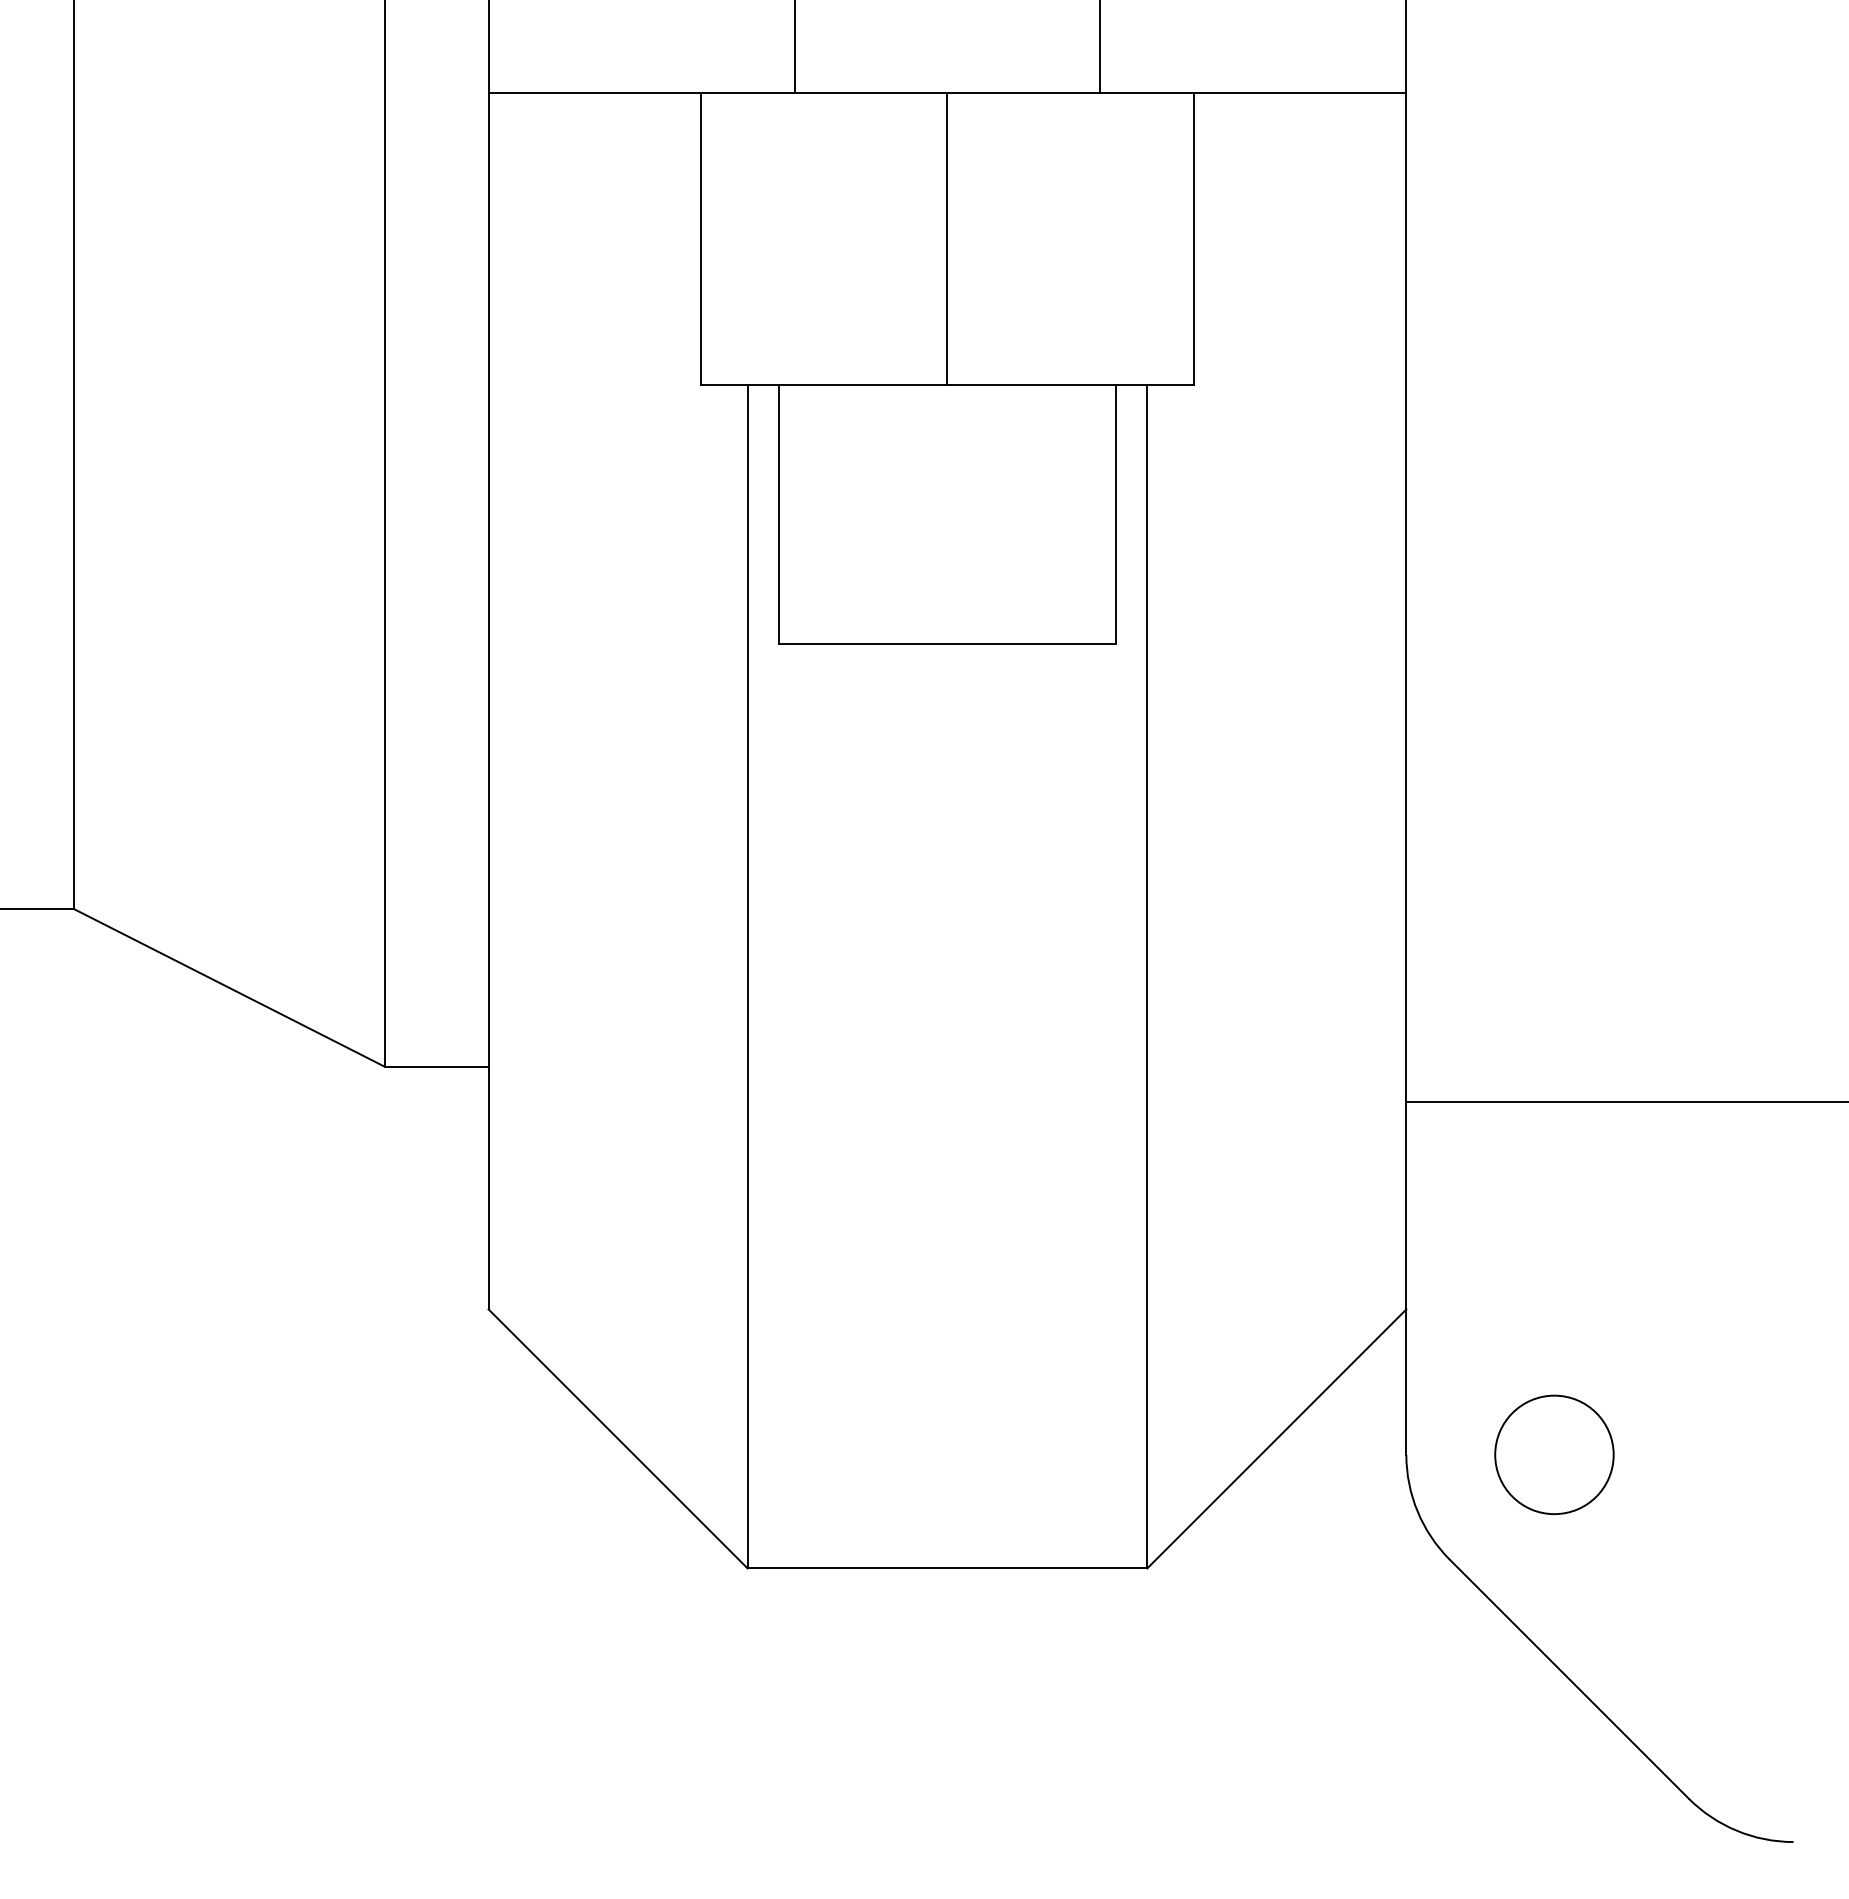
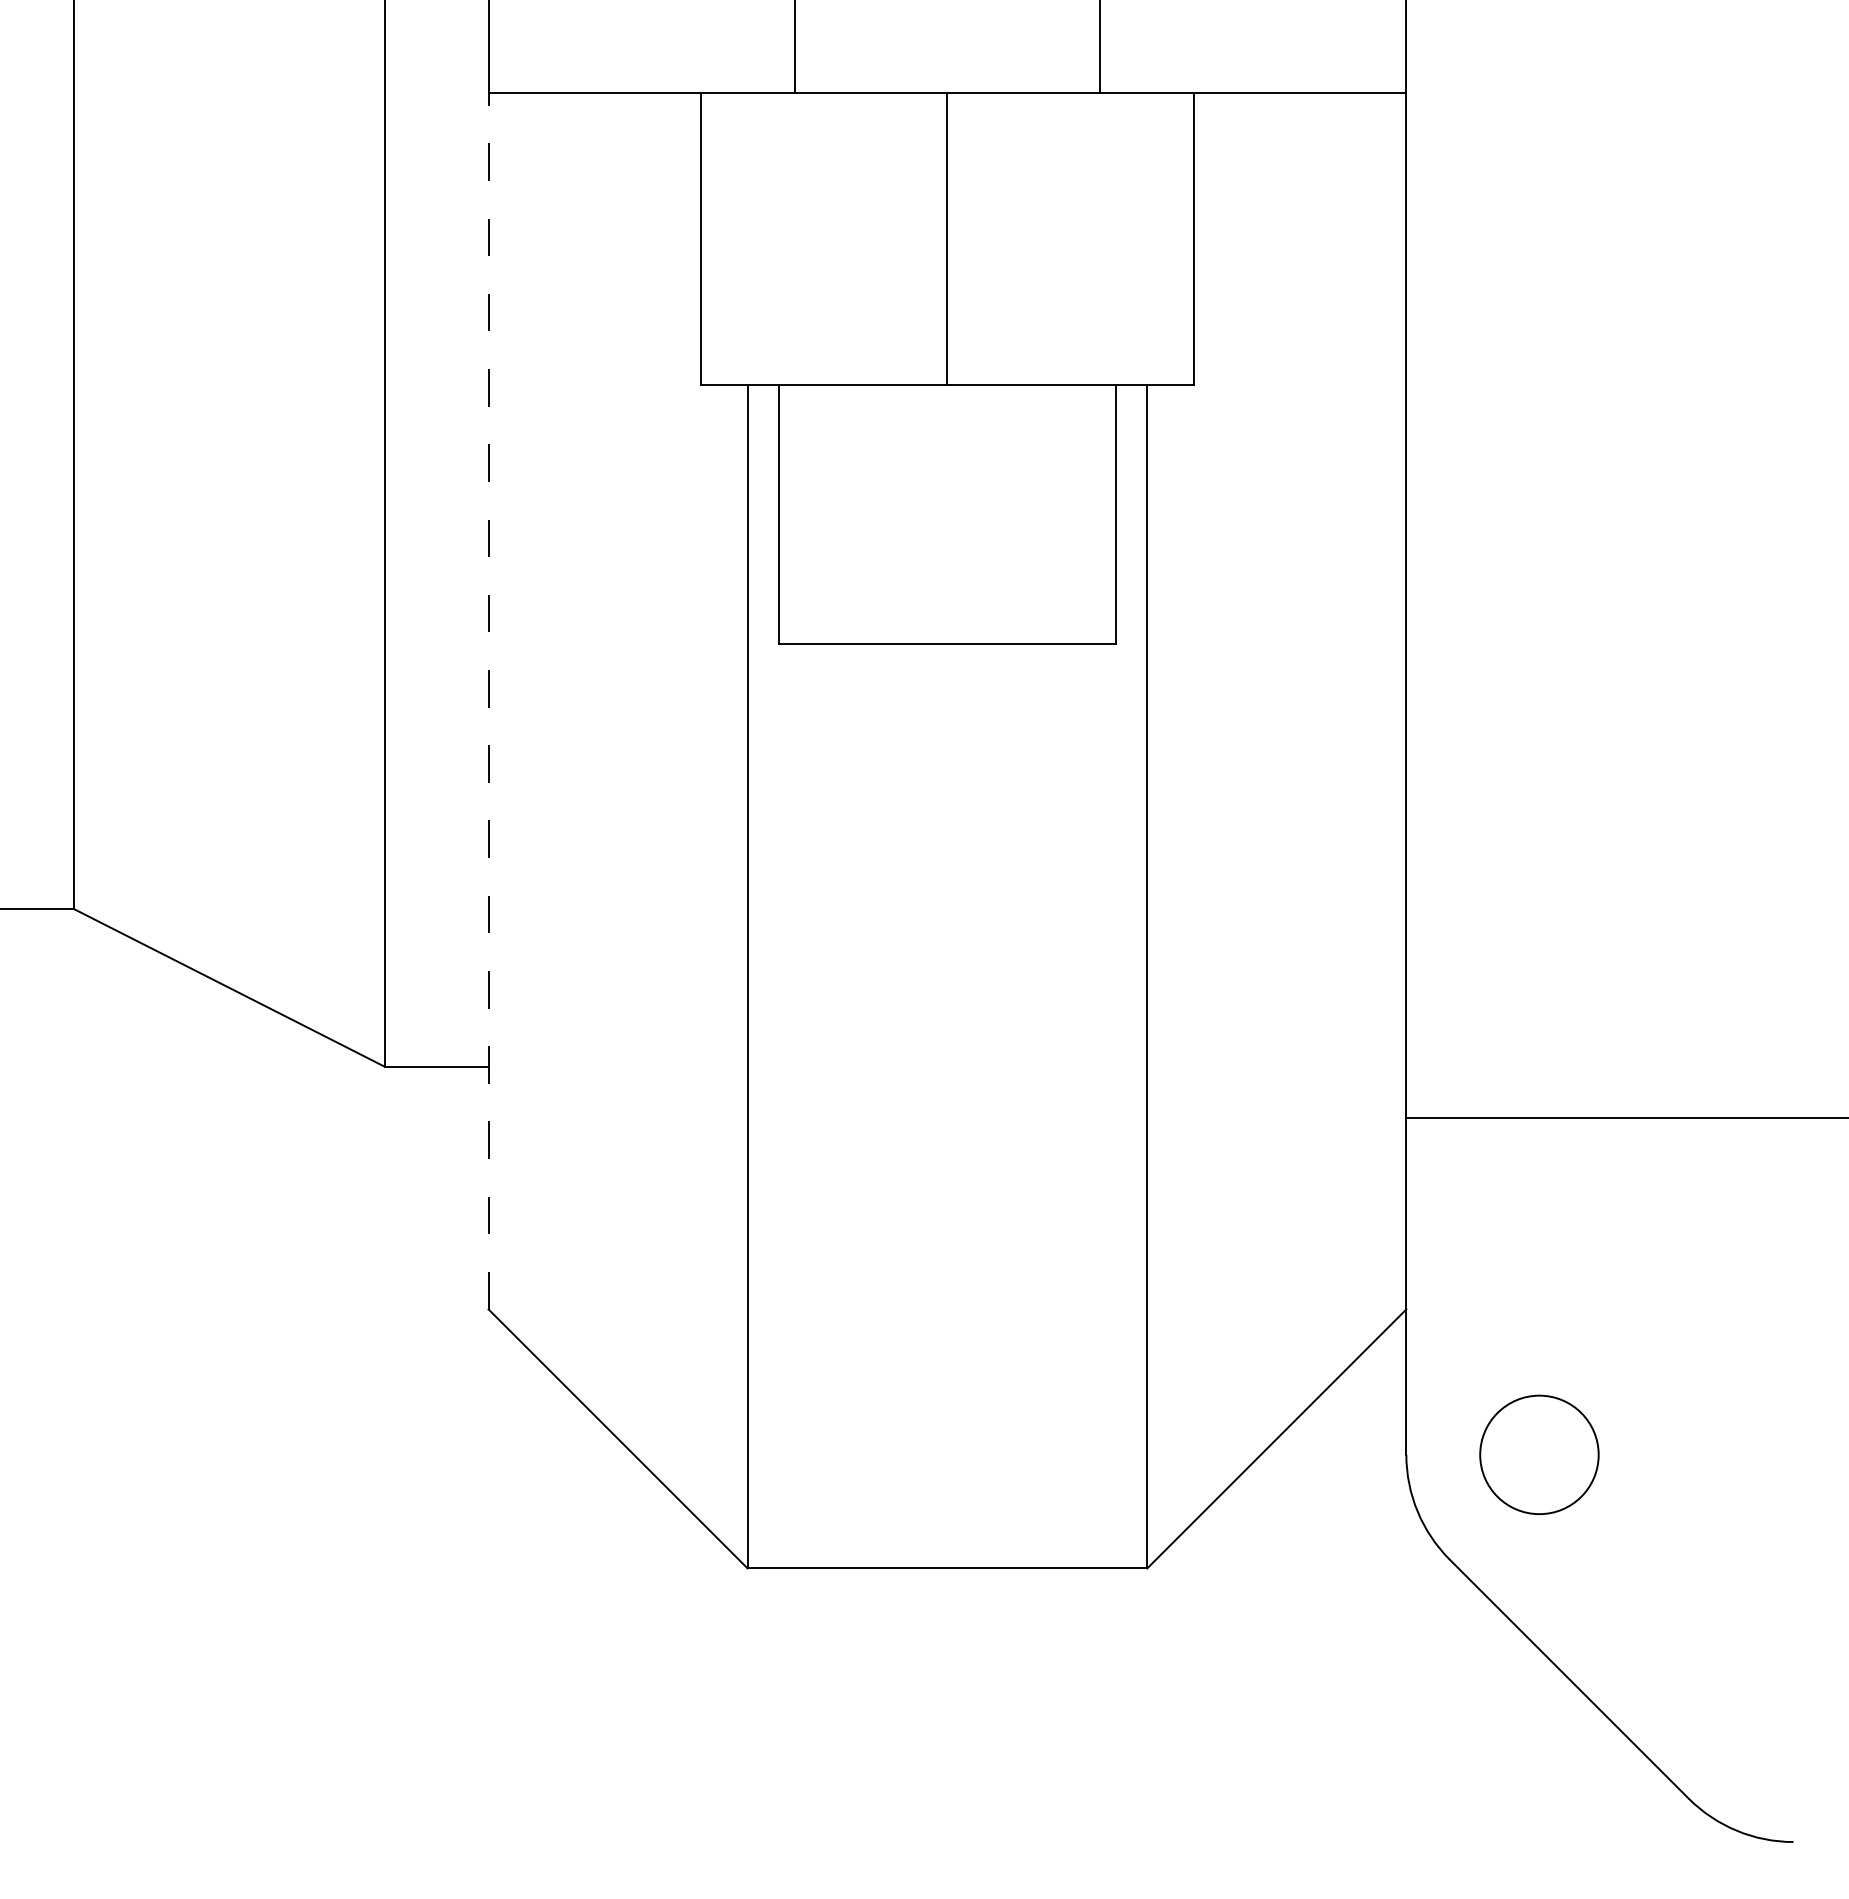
line at (488, 700): solid -> dashed
line at (1625, 1101) position: (1625, 1101) -> (1625, 1117)
circle at (1554, 1454) position: (1554, 1454) -> (1539, 1454)
